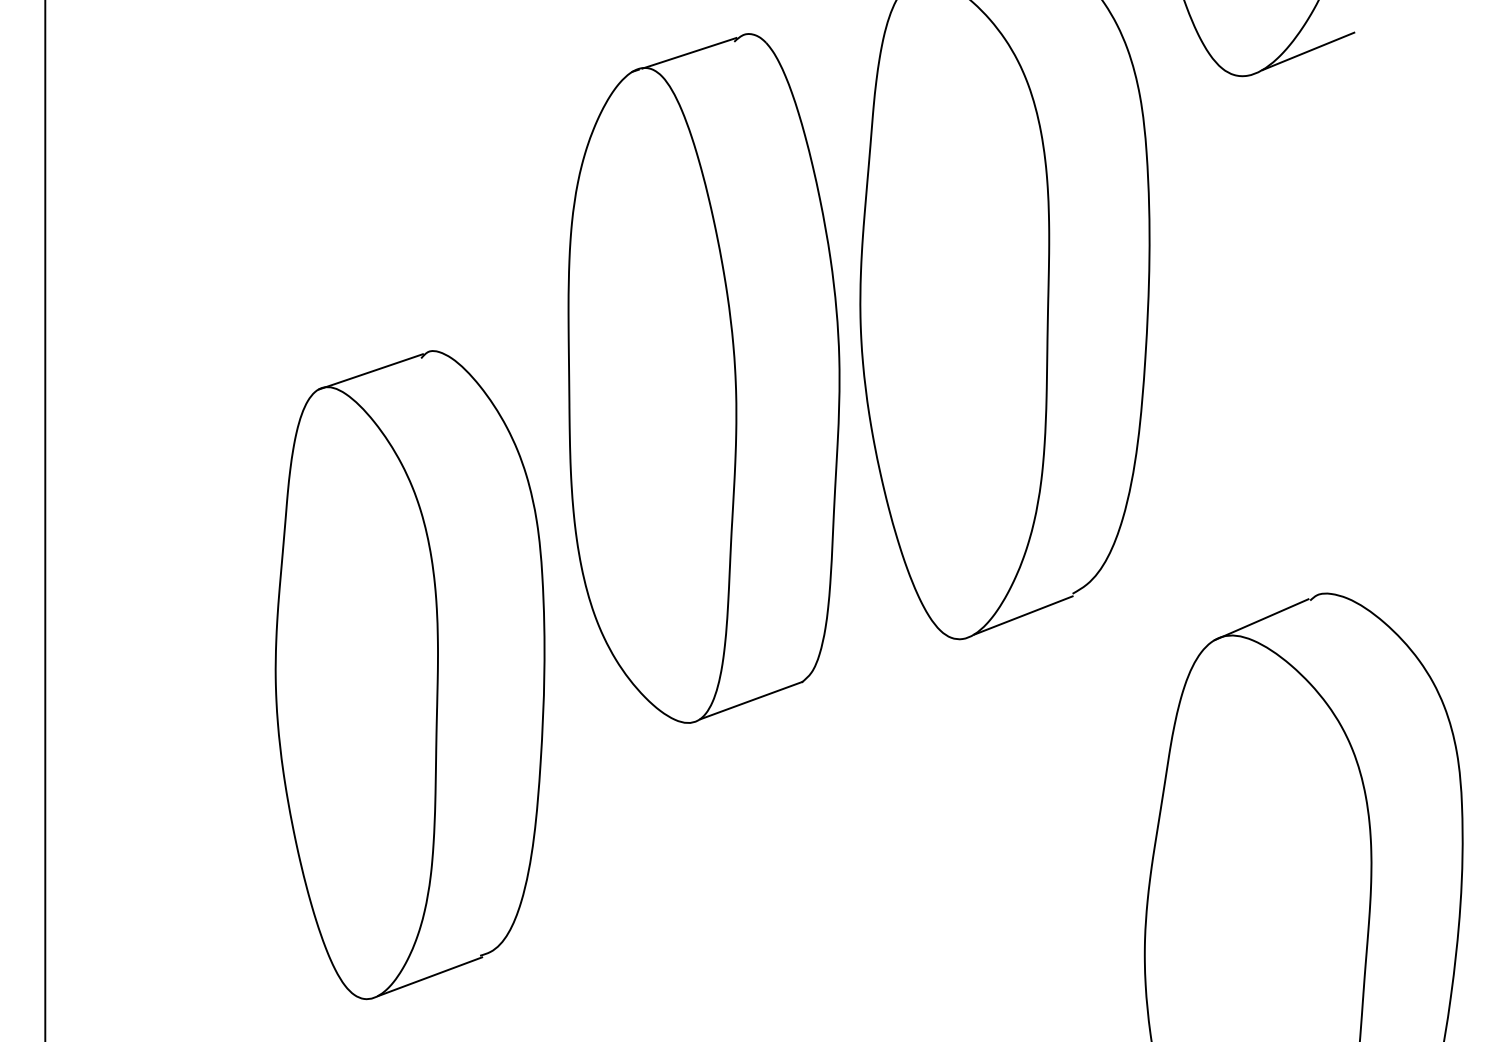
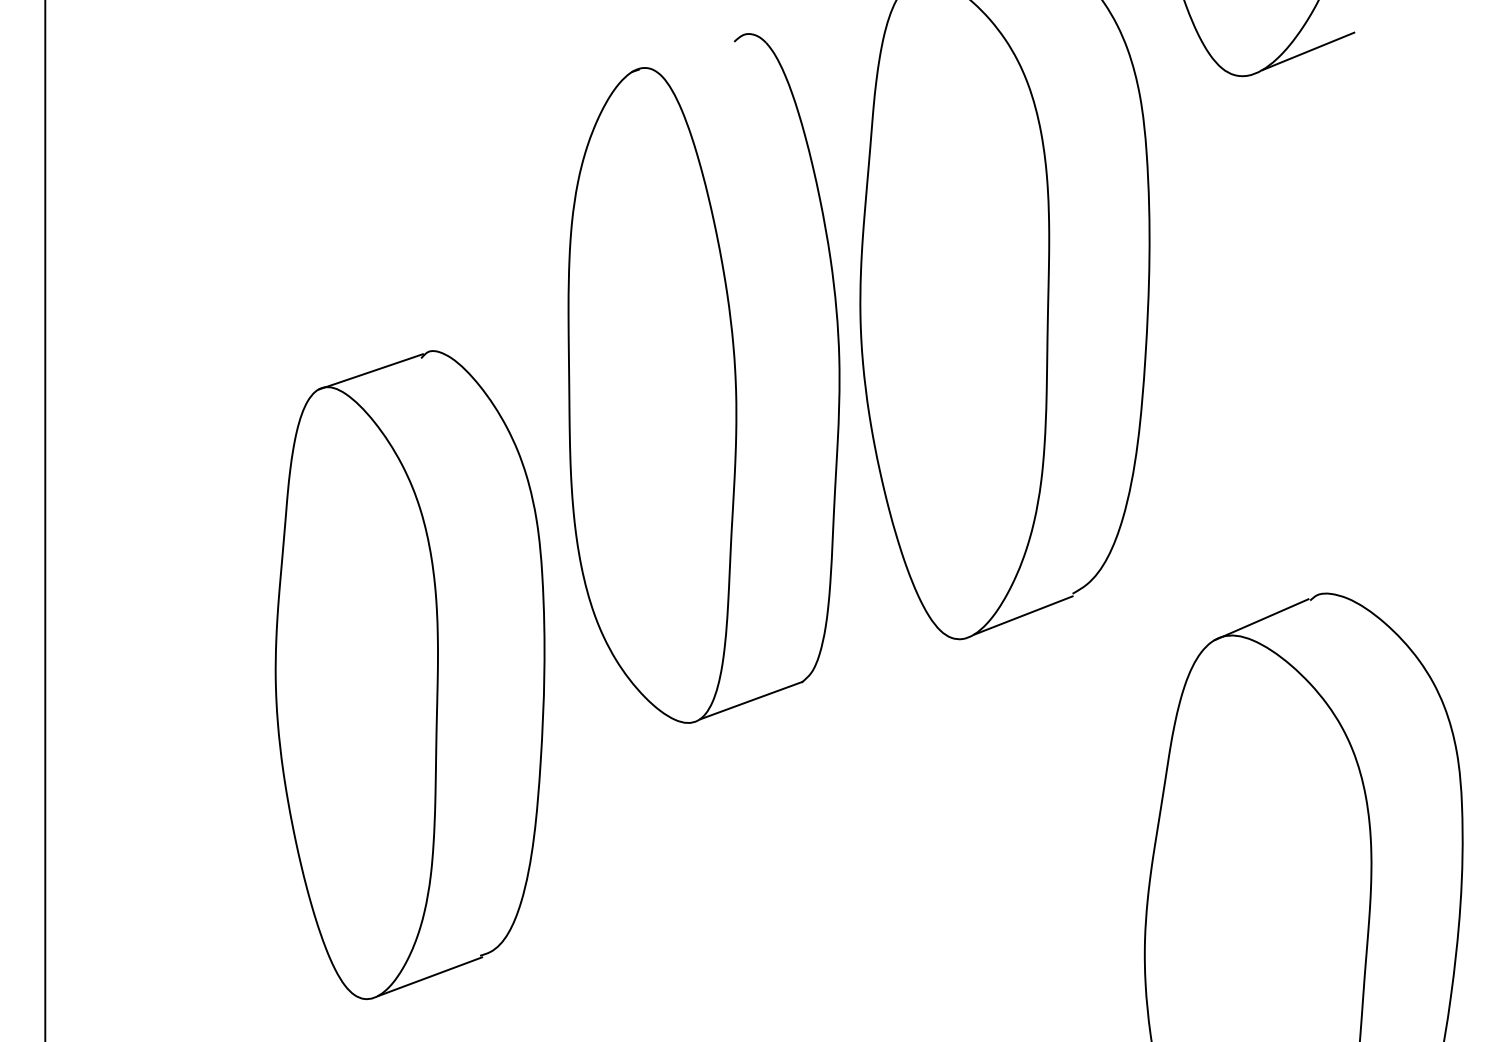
line at (689, 53): present -> none
